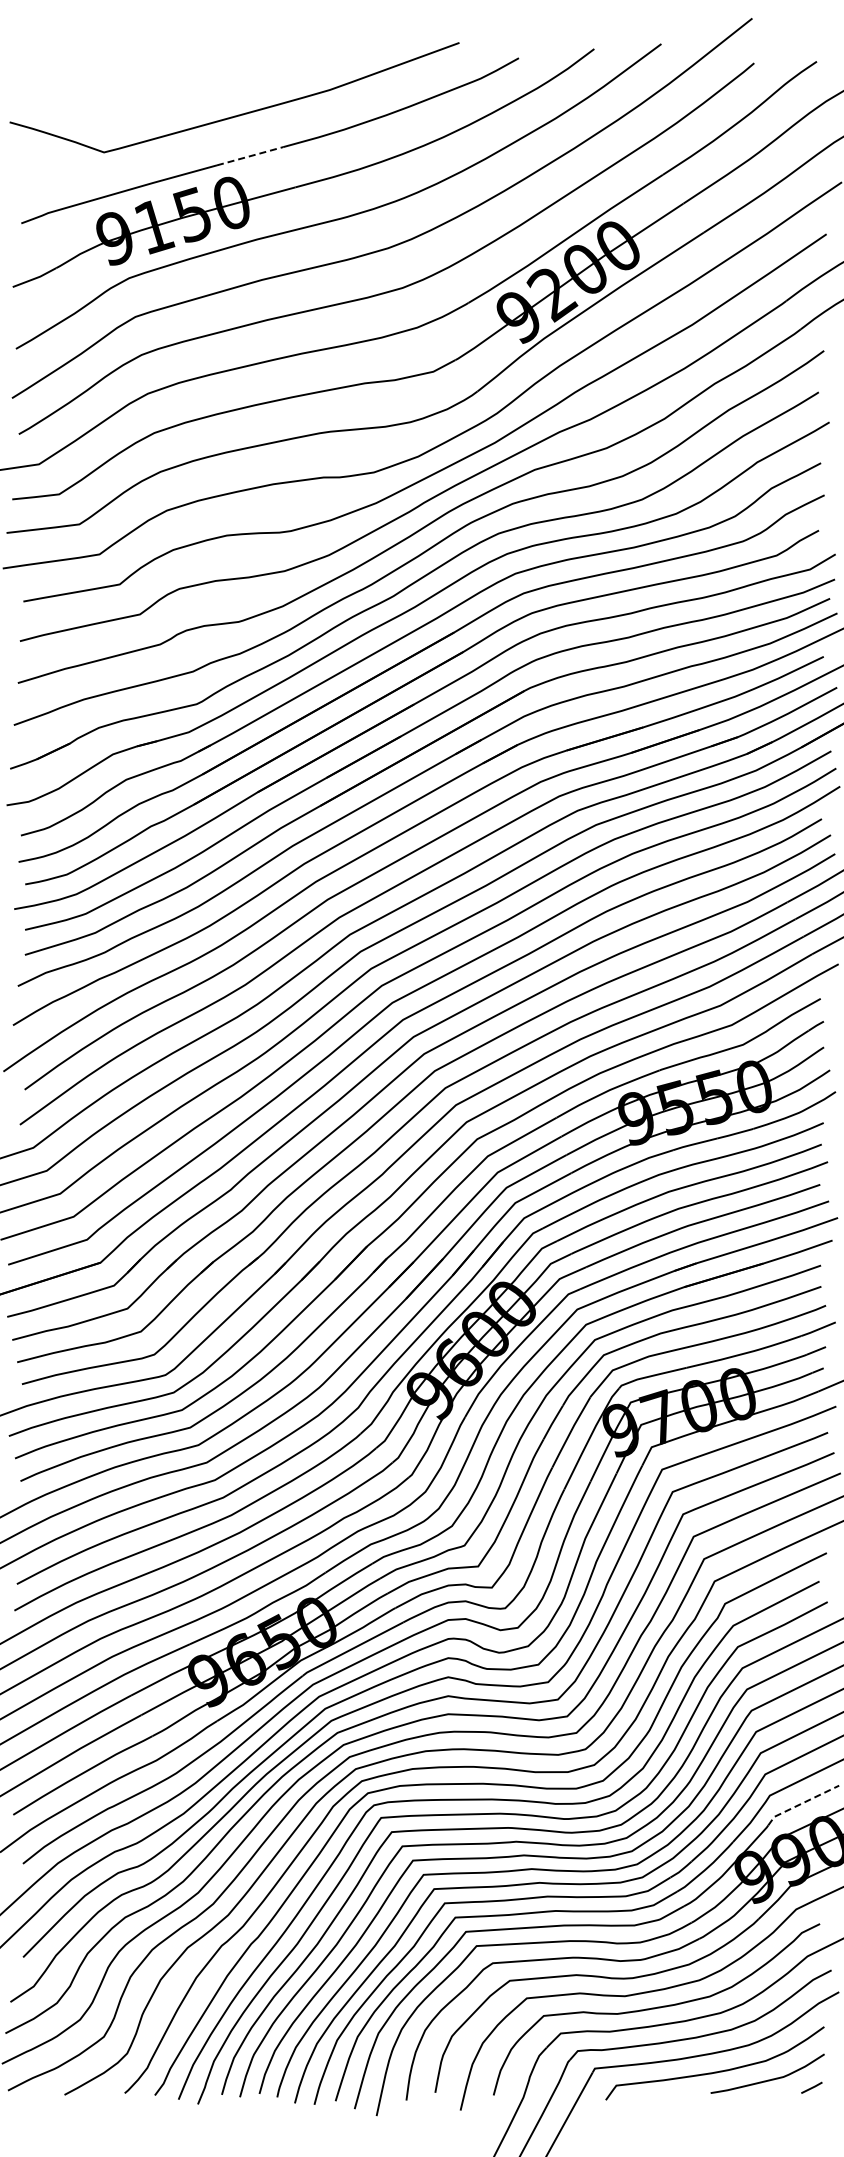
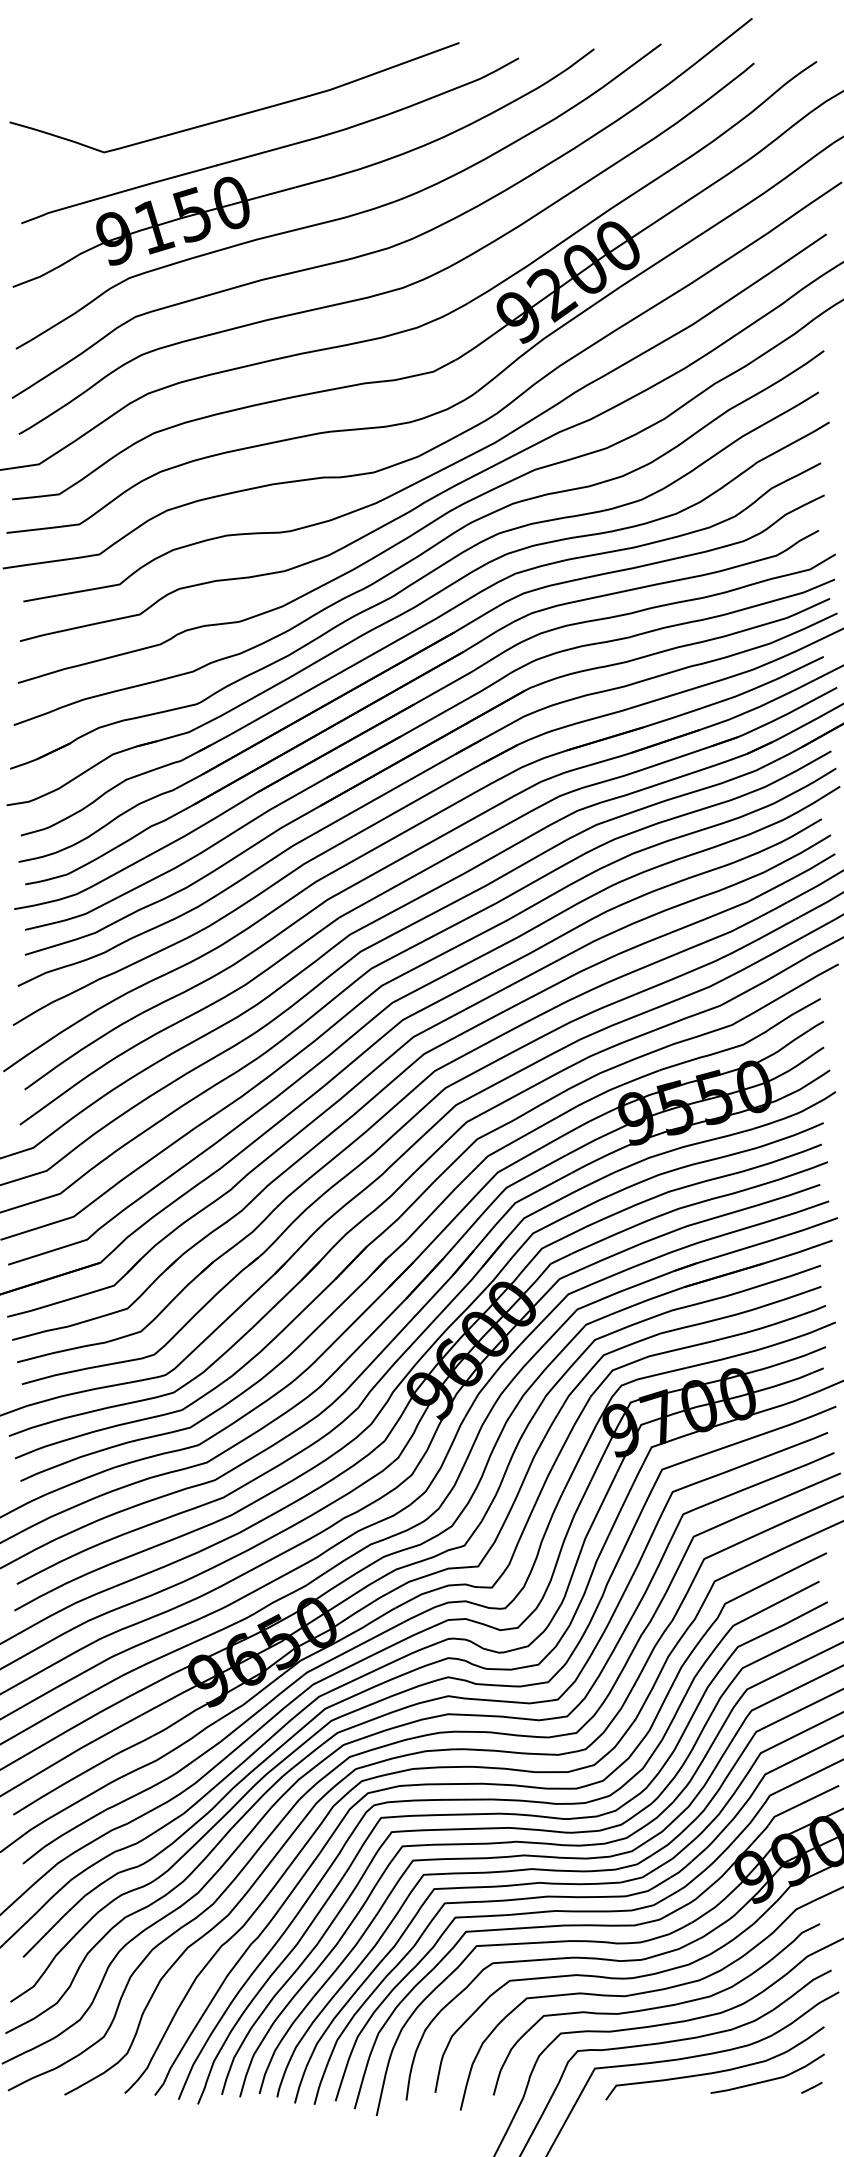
line at (250, 156): dashed -> solid
line at (801, 1803): dashed -> solid
